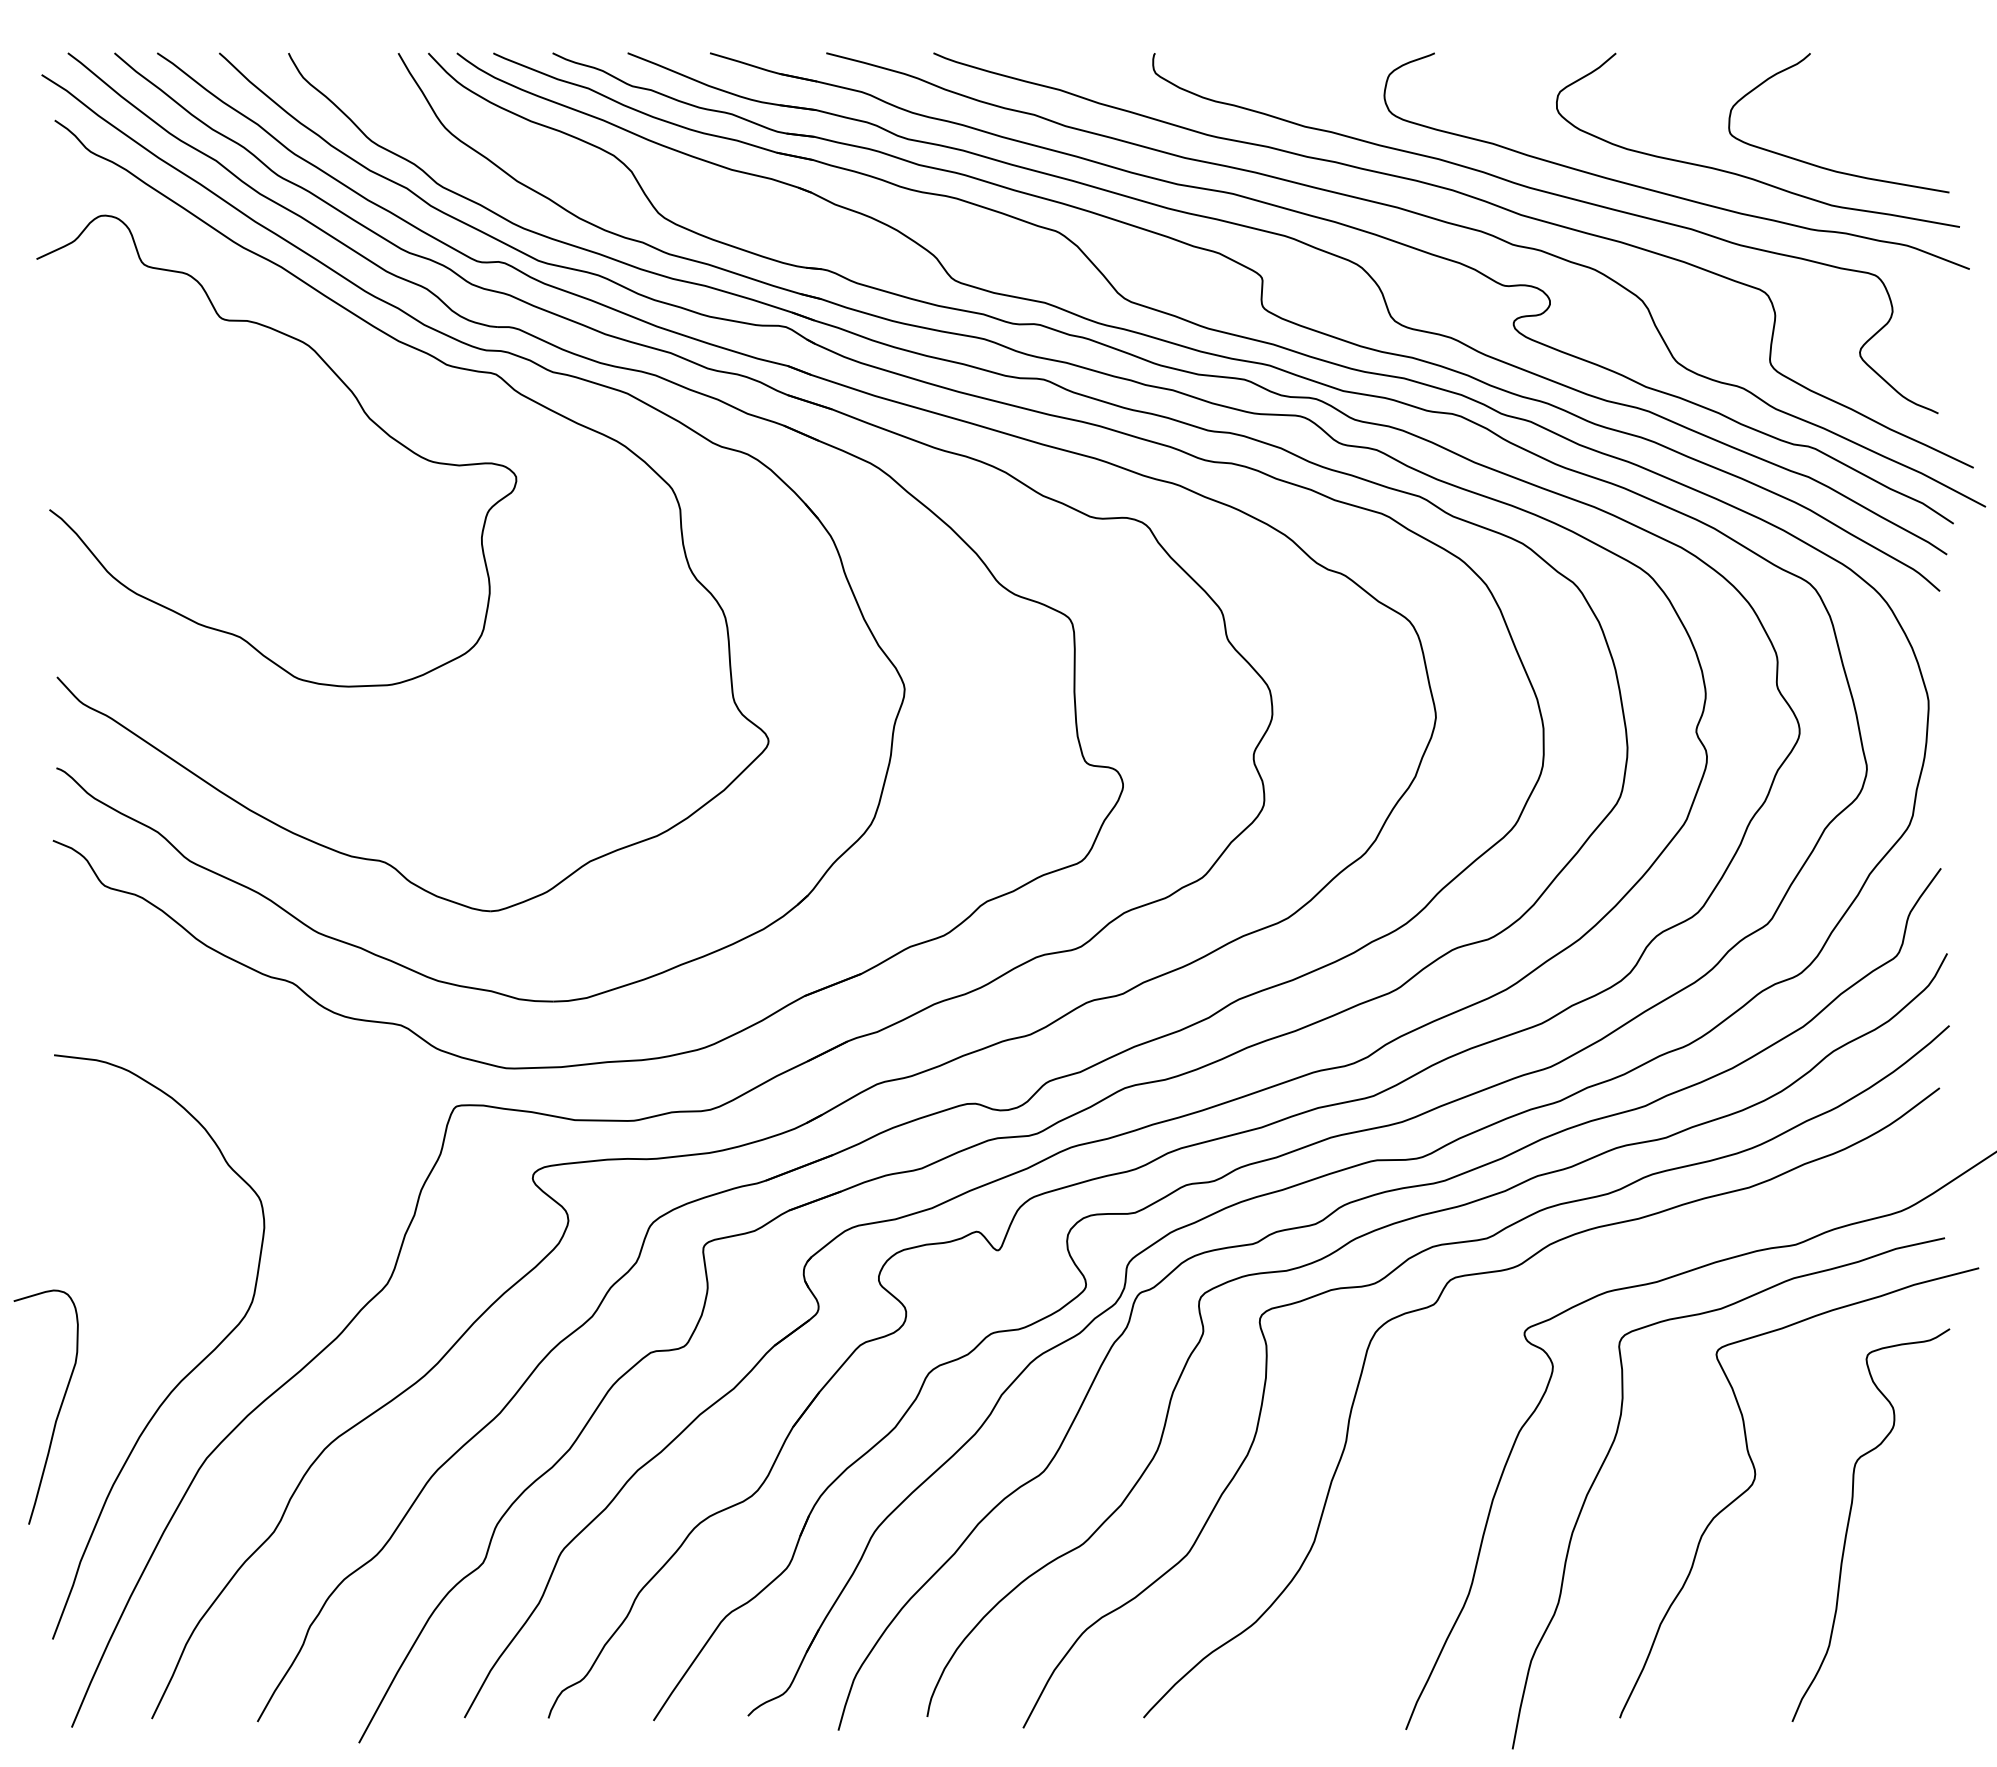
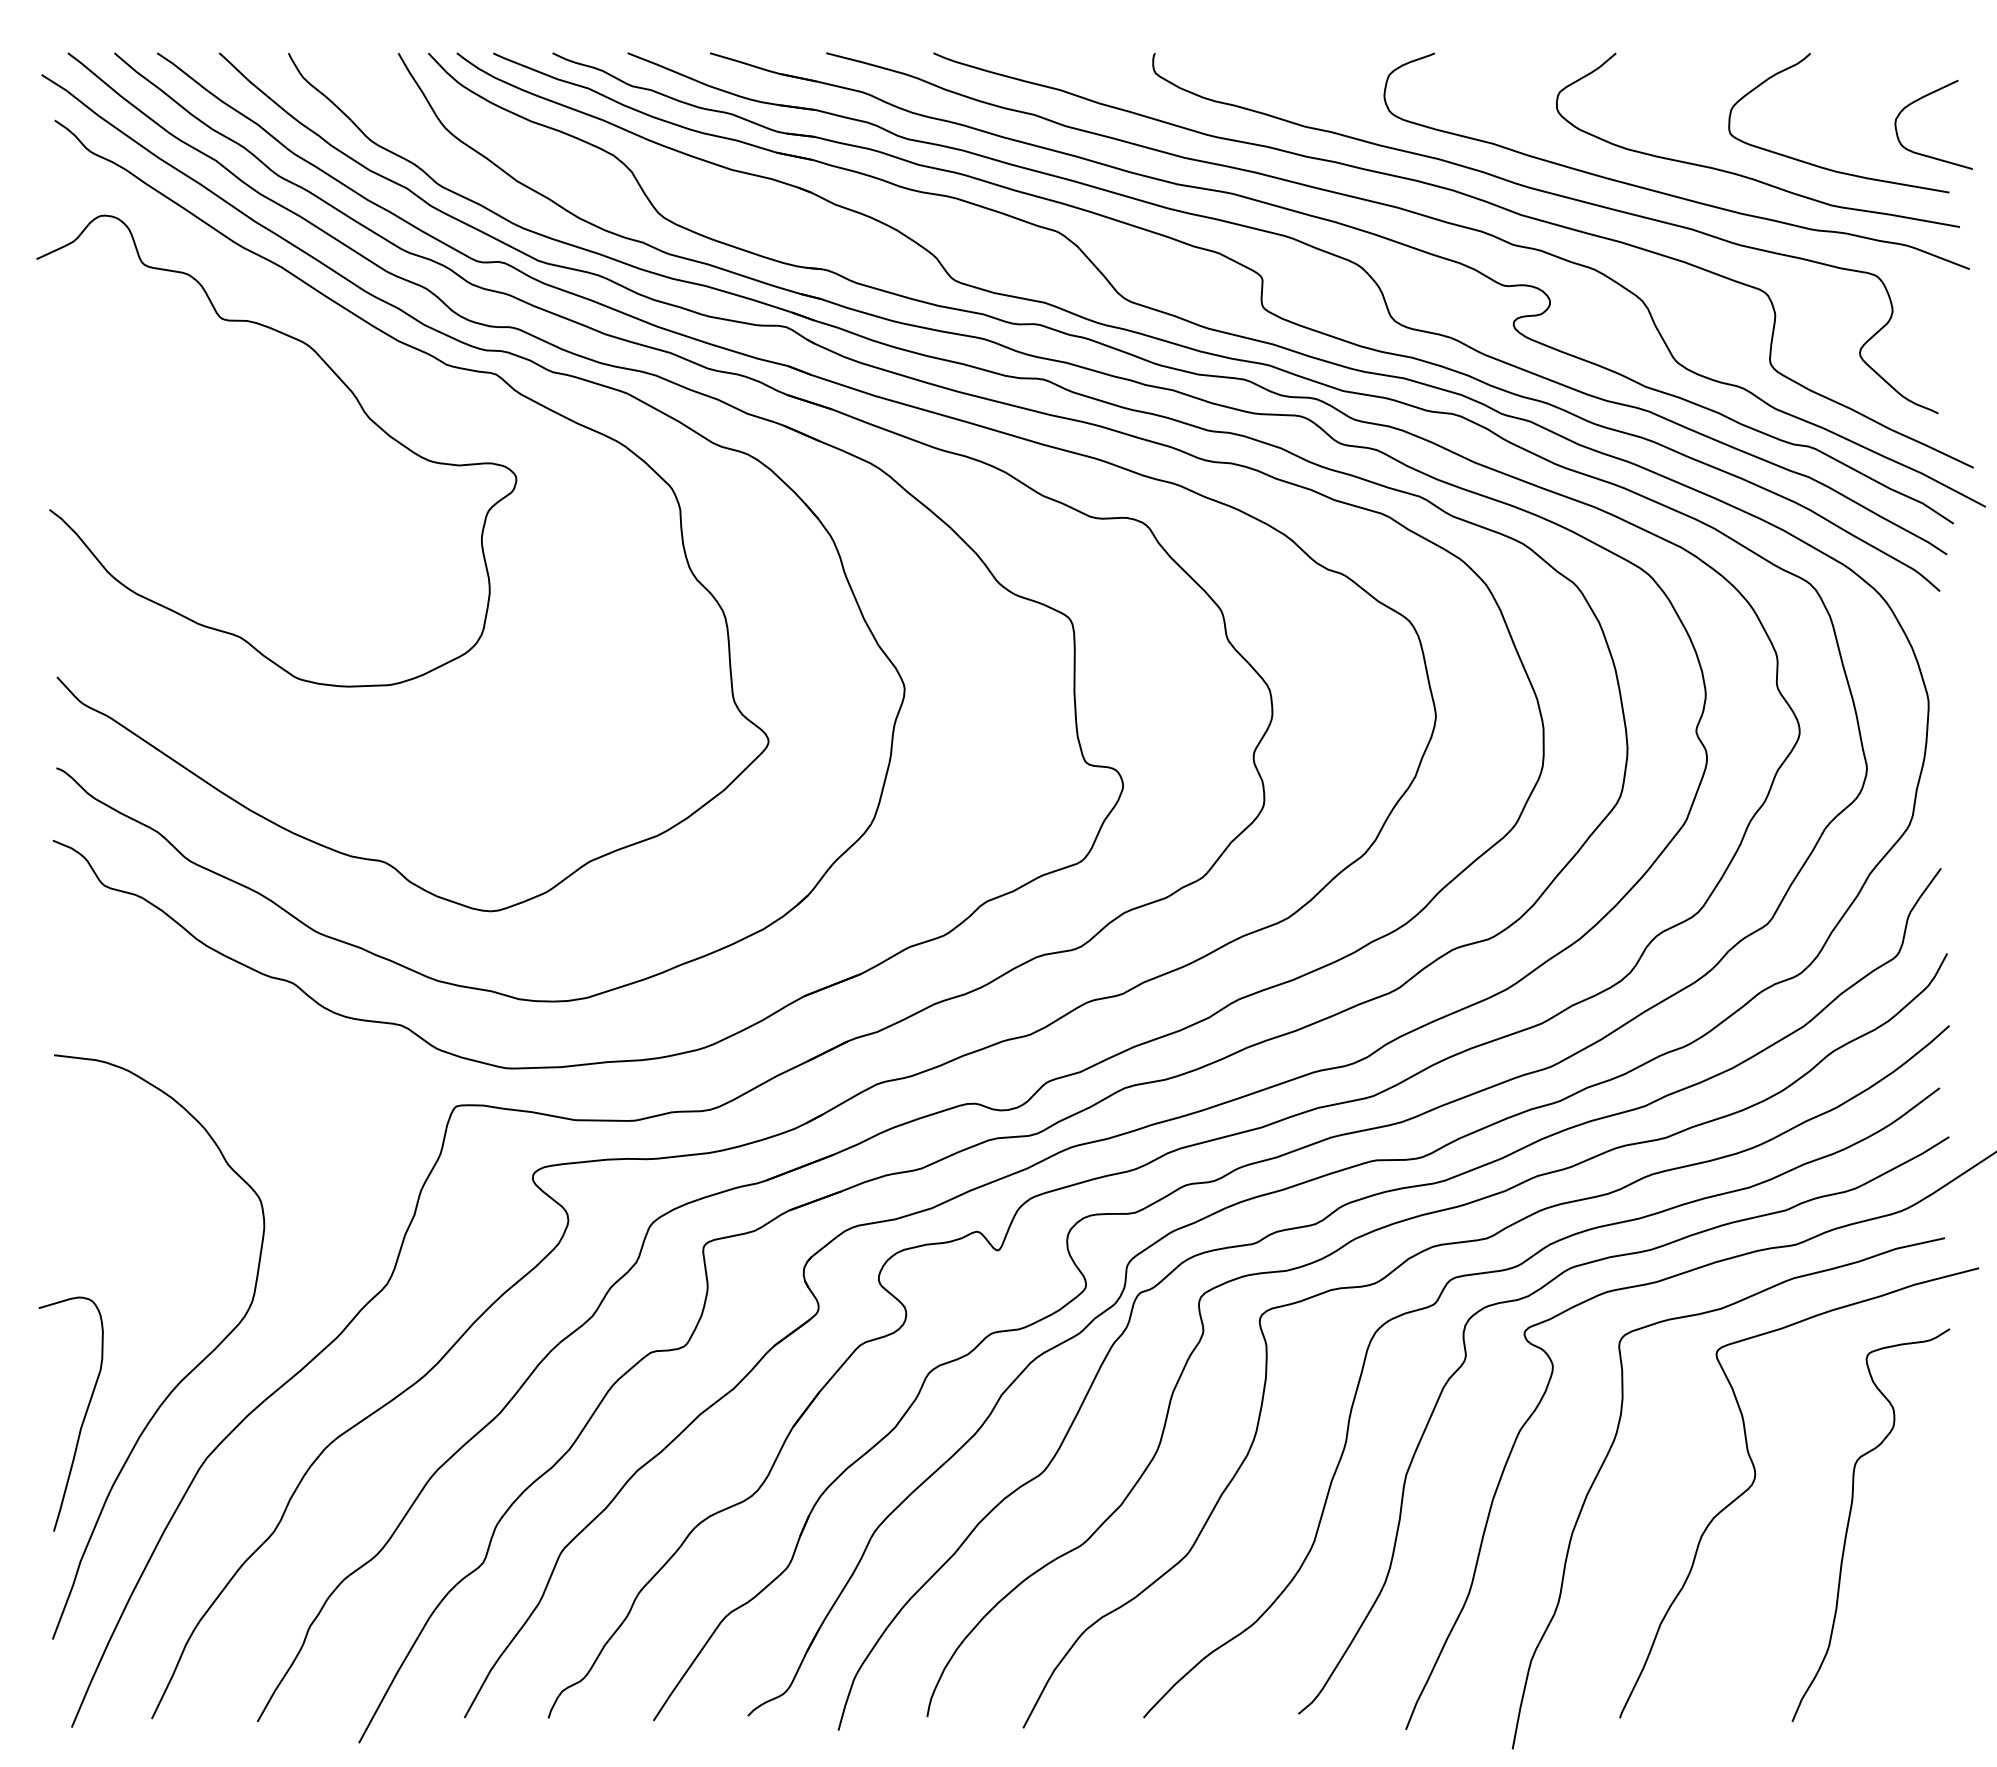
curve at (1919, 100): none -> present
curve at (1541, 1289): none -> present
curve at (58, 1410) position: (58, 1410) -> (83, 1417)
